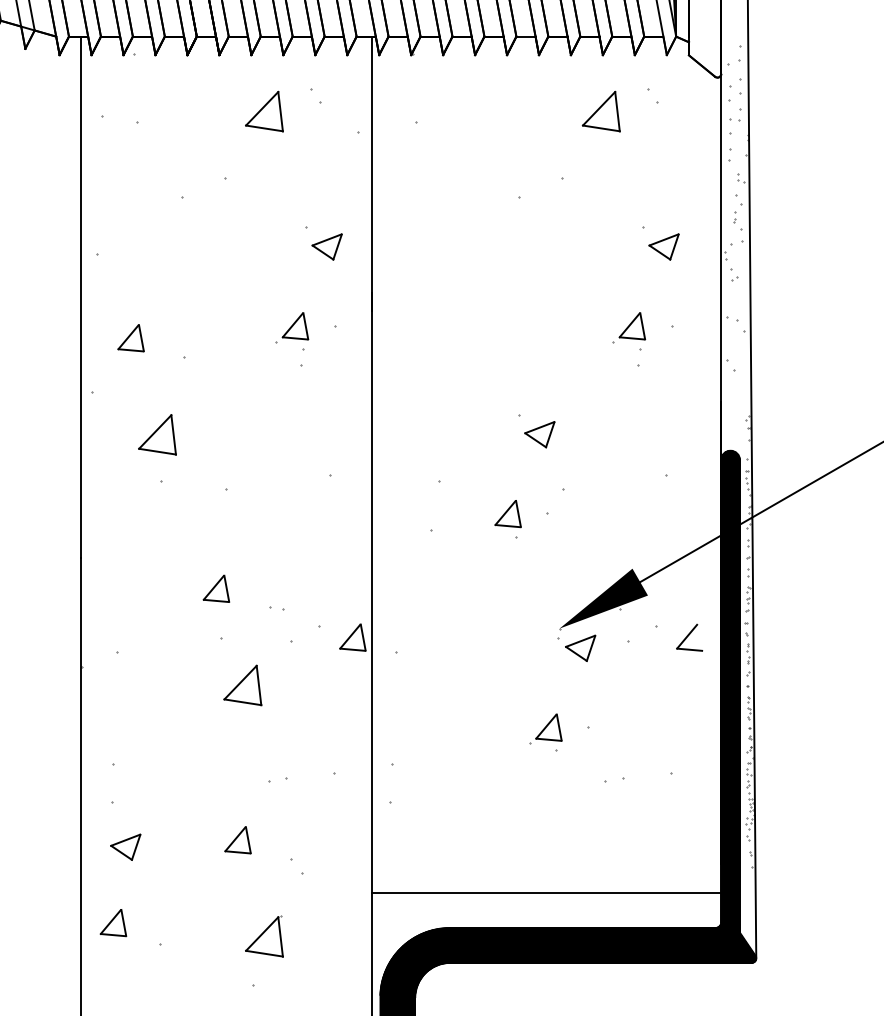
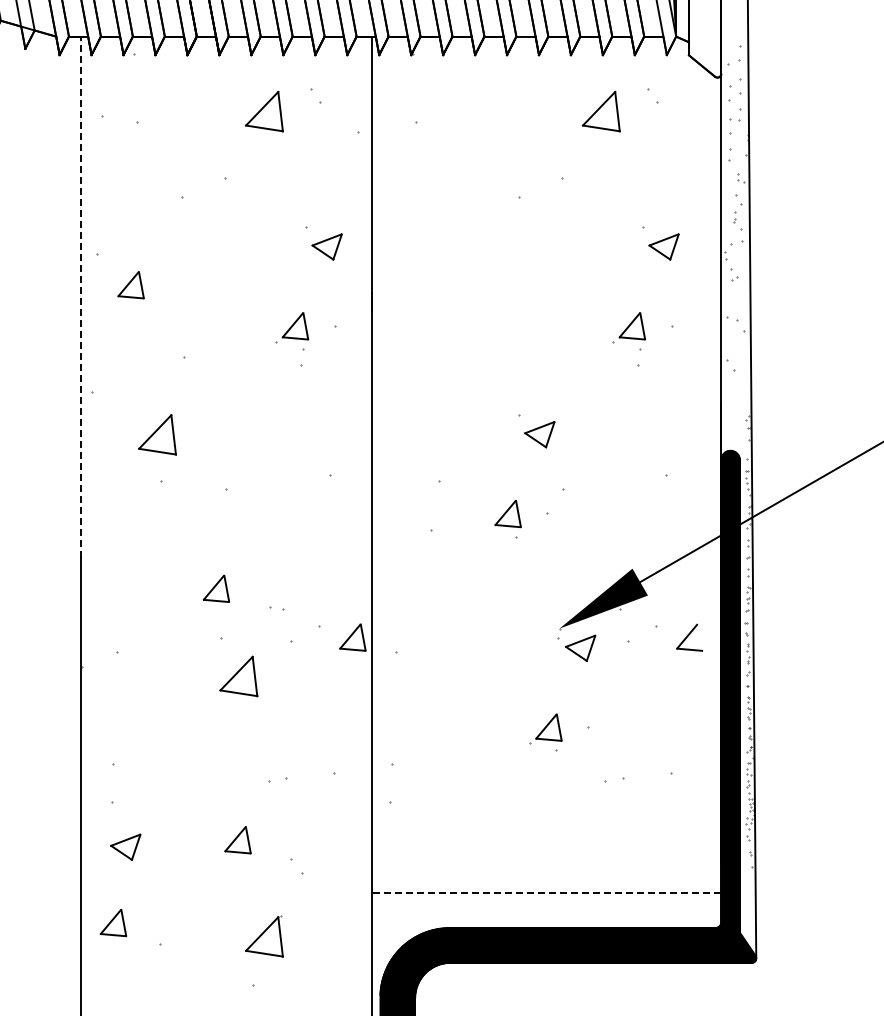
line at (81, 297): solid -> dashed
part at (130, 338) position: (130, 338) -> (130, 285)
part at (242, 685) position: (242, 685) -> (238, 676)
line at (546, 893): solid -> dashed
